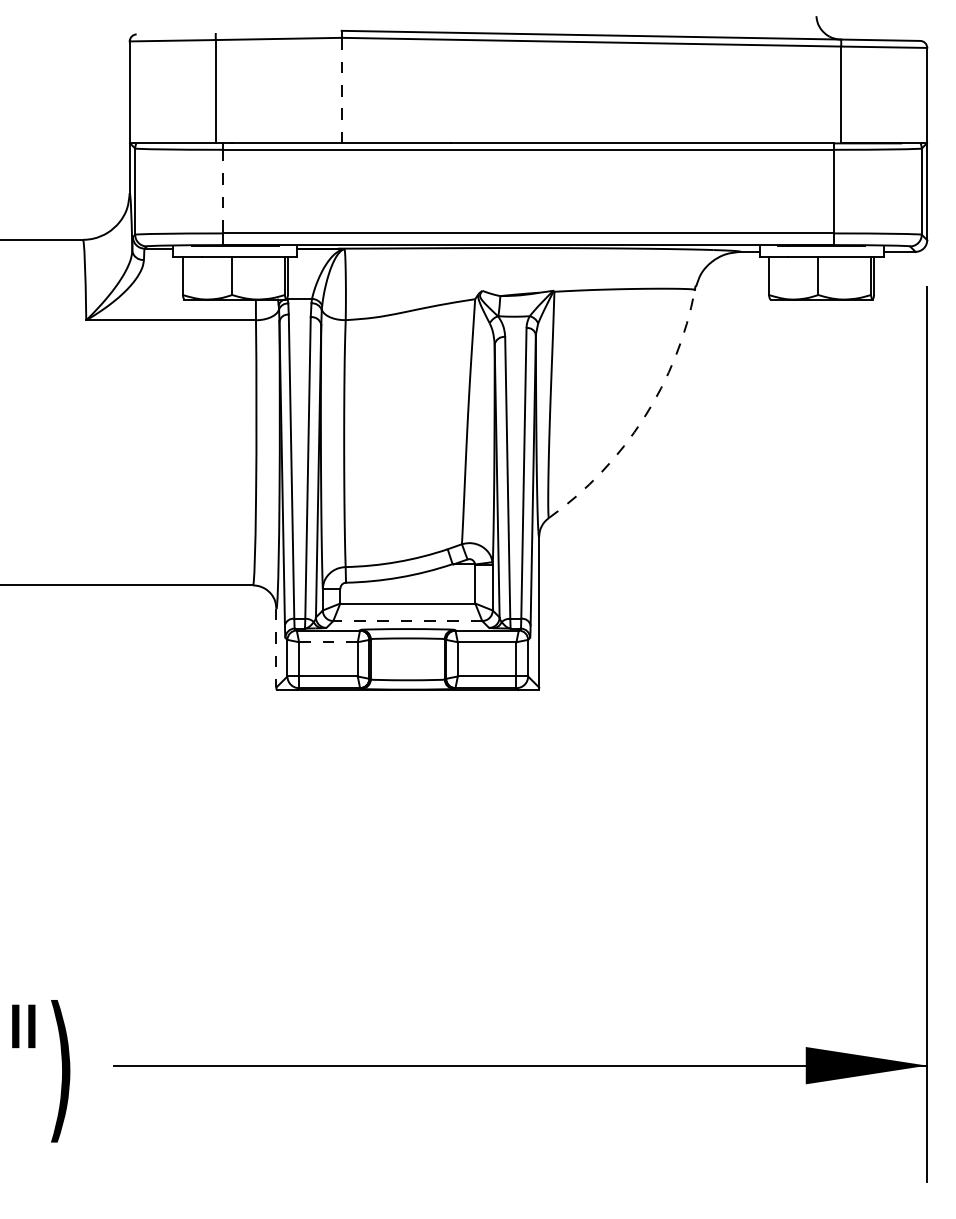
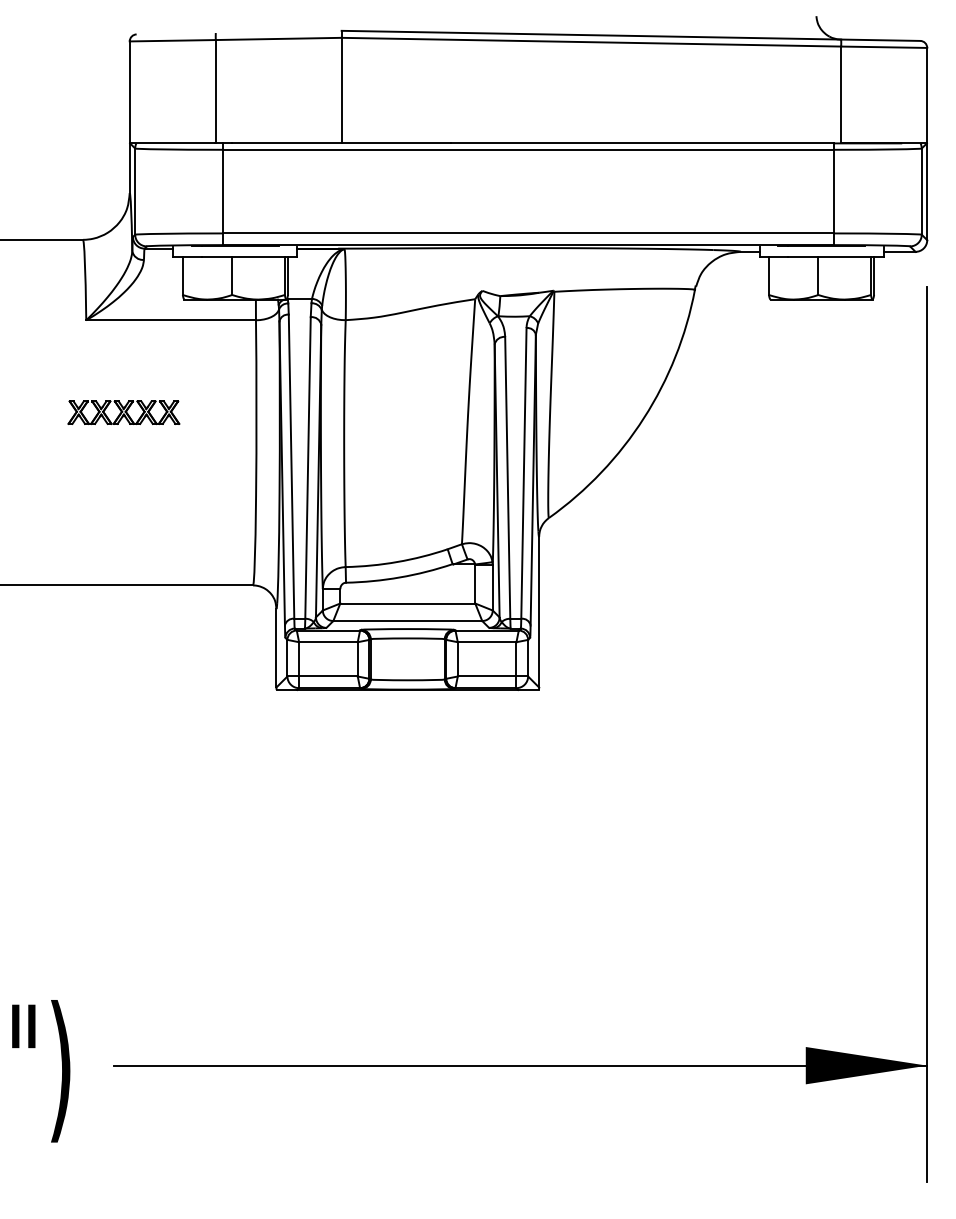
line at (341, 90): dashed -> solid
line at (222, 191): dashed -> solid
part at (123, 412): none -> present
arc at (644, 418): dashed -> solid
line at (407, 621): dashed -> solid
line at (327, 642): dashed -> solid
line at (276, 648): dashed -> solid
